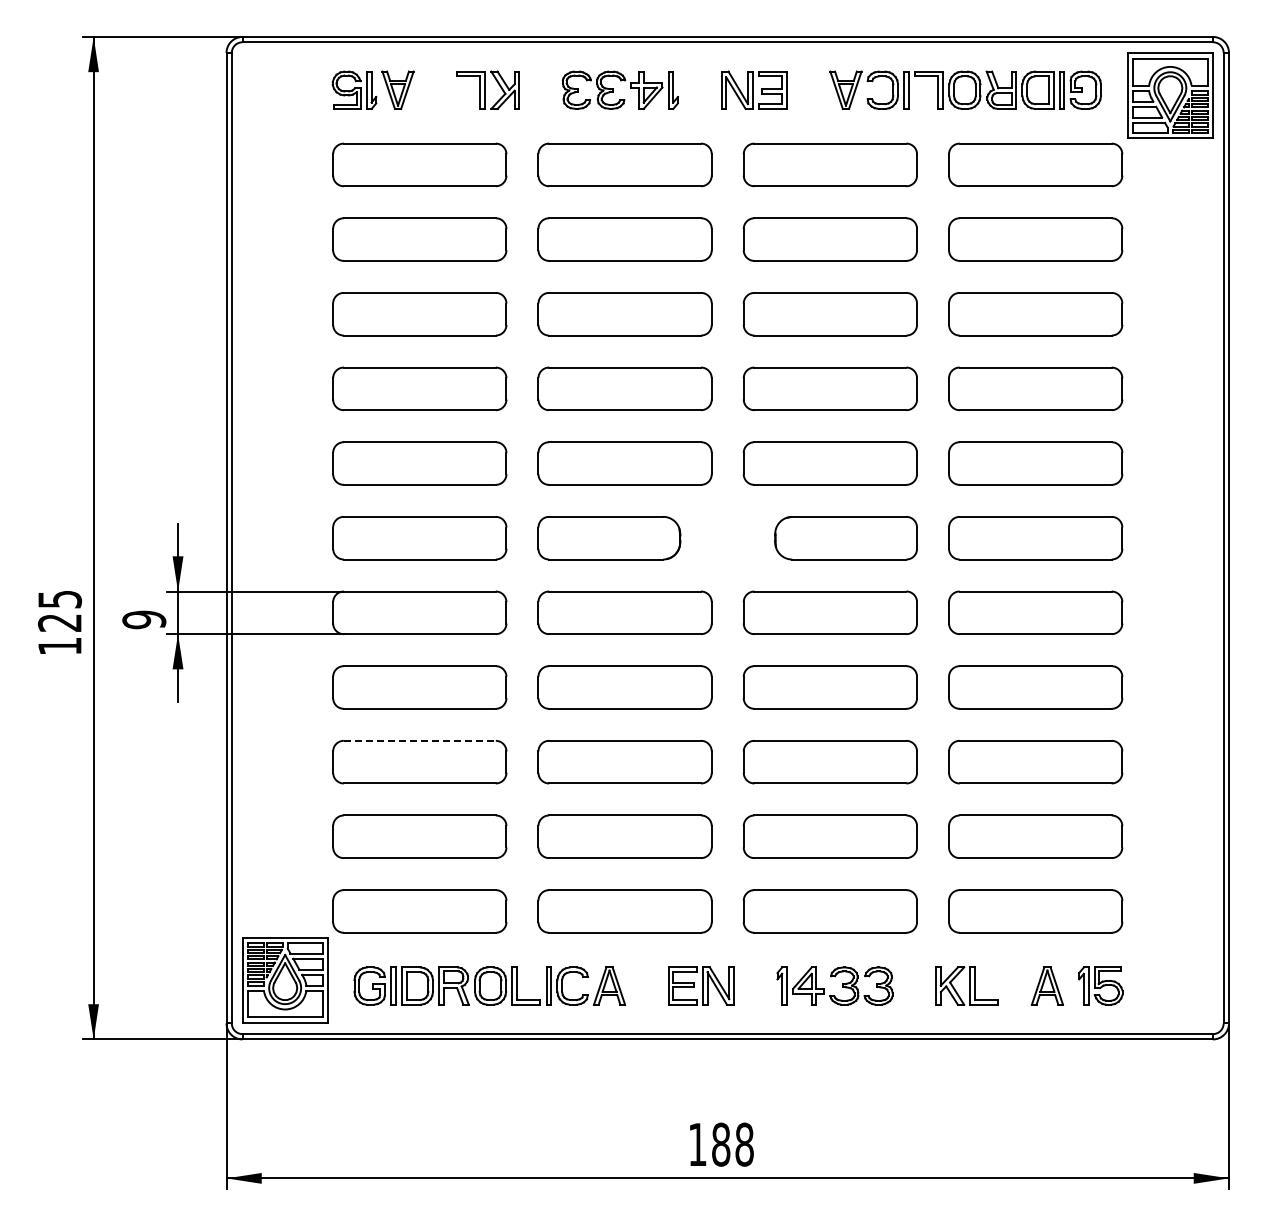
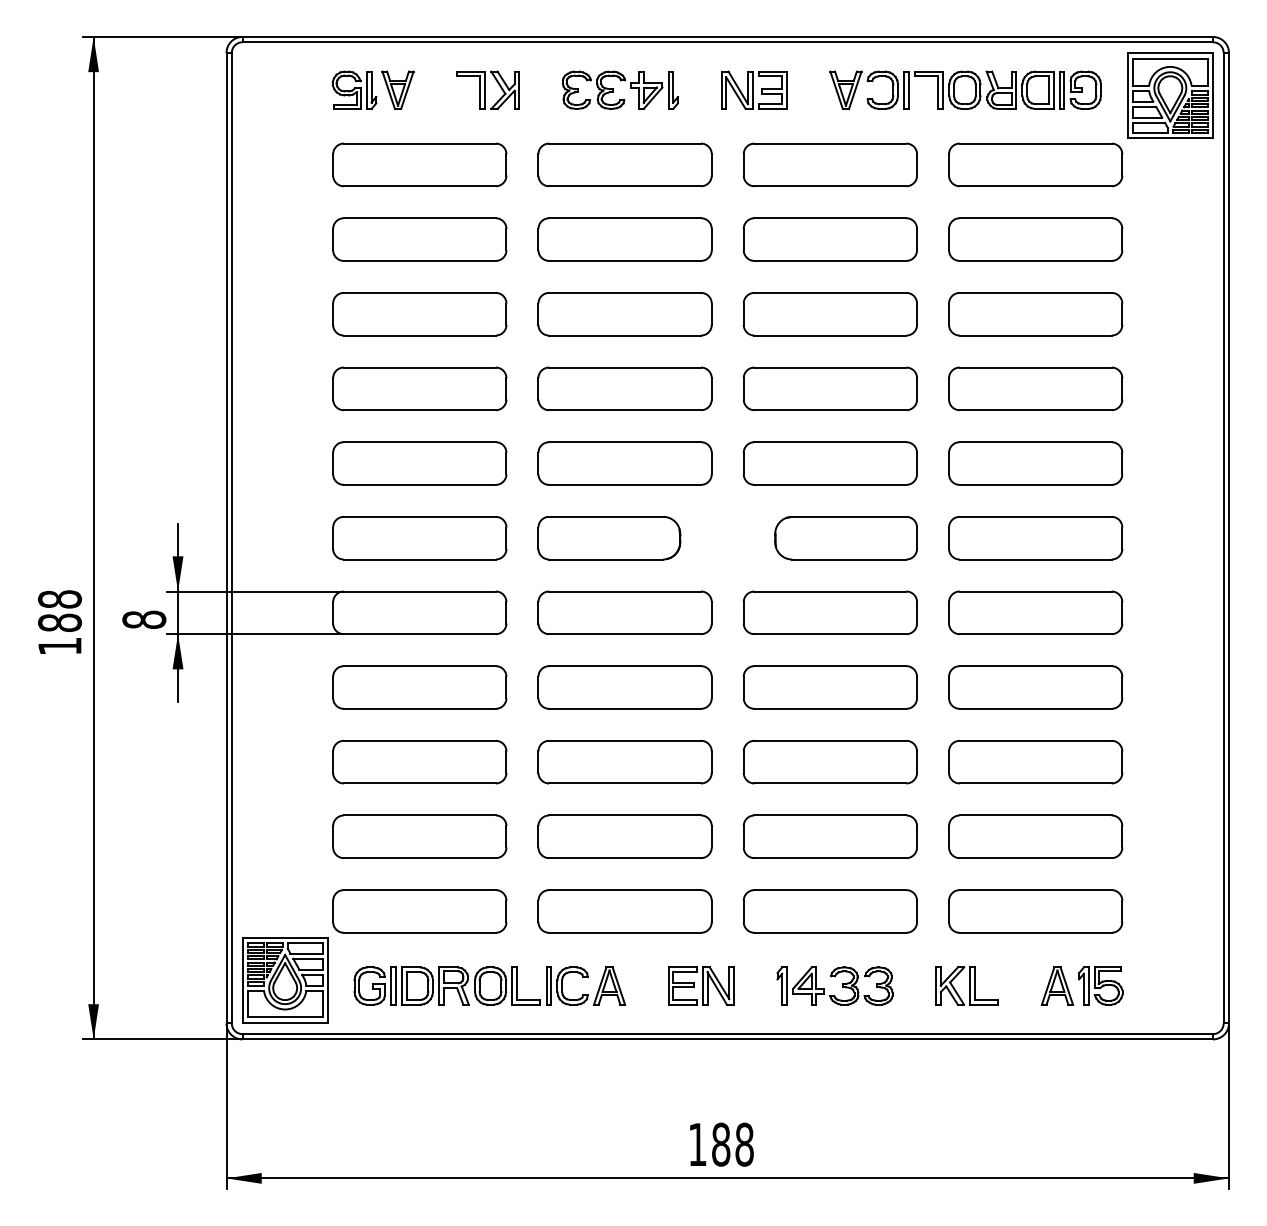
text at (60, 611): 125 -> 188
text at (144, 619): 9 -> 8
line at (419, 740): dashed -> solid
part at (1047, 985) position: (1047, 985) -> (1057, 985)
